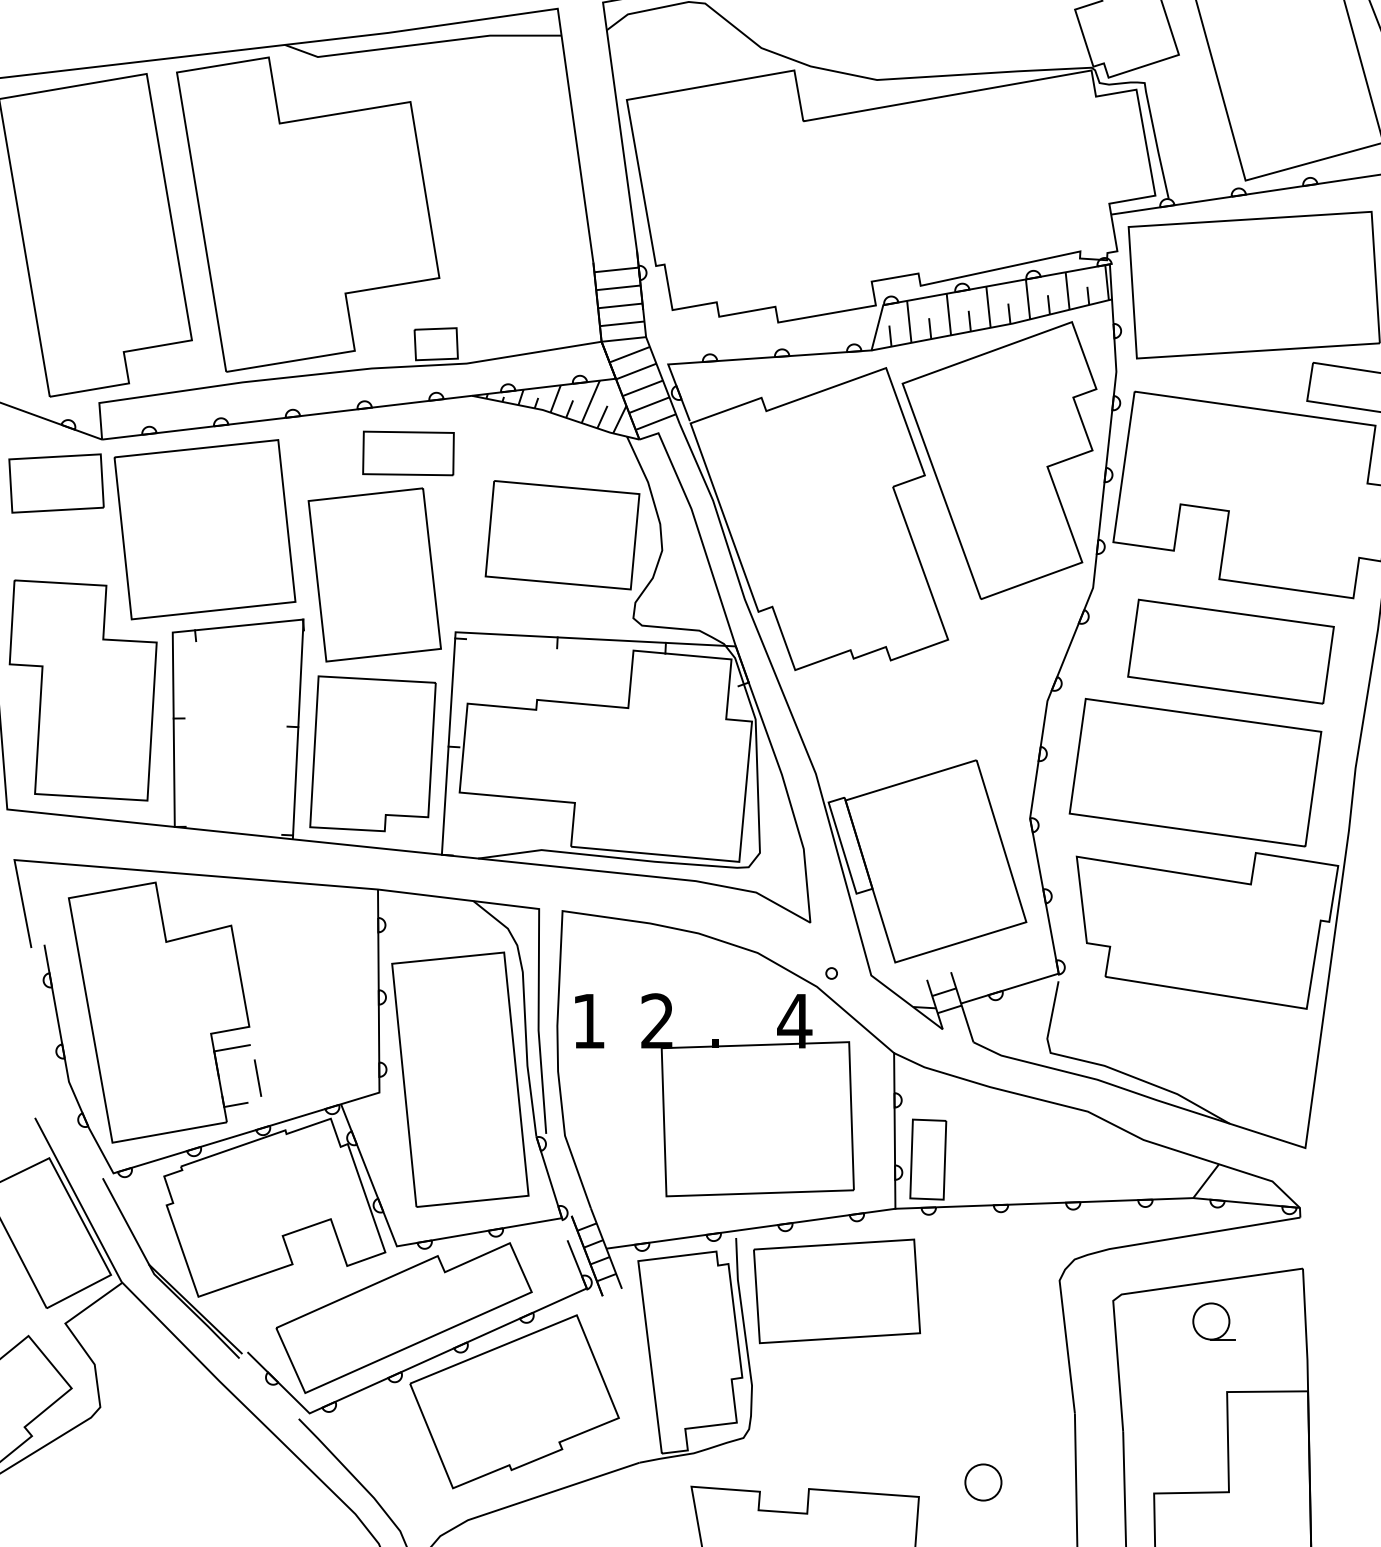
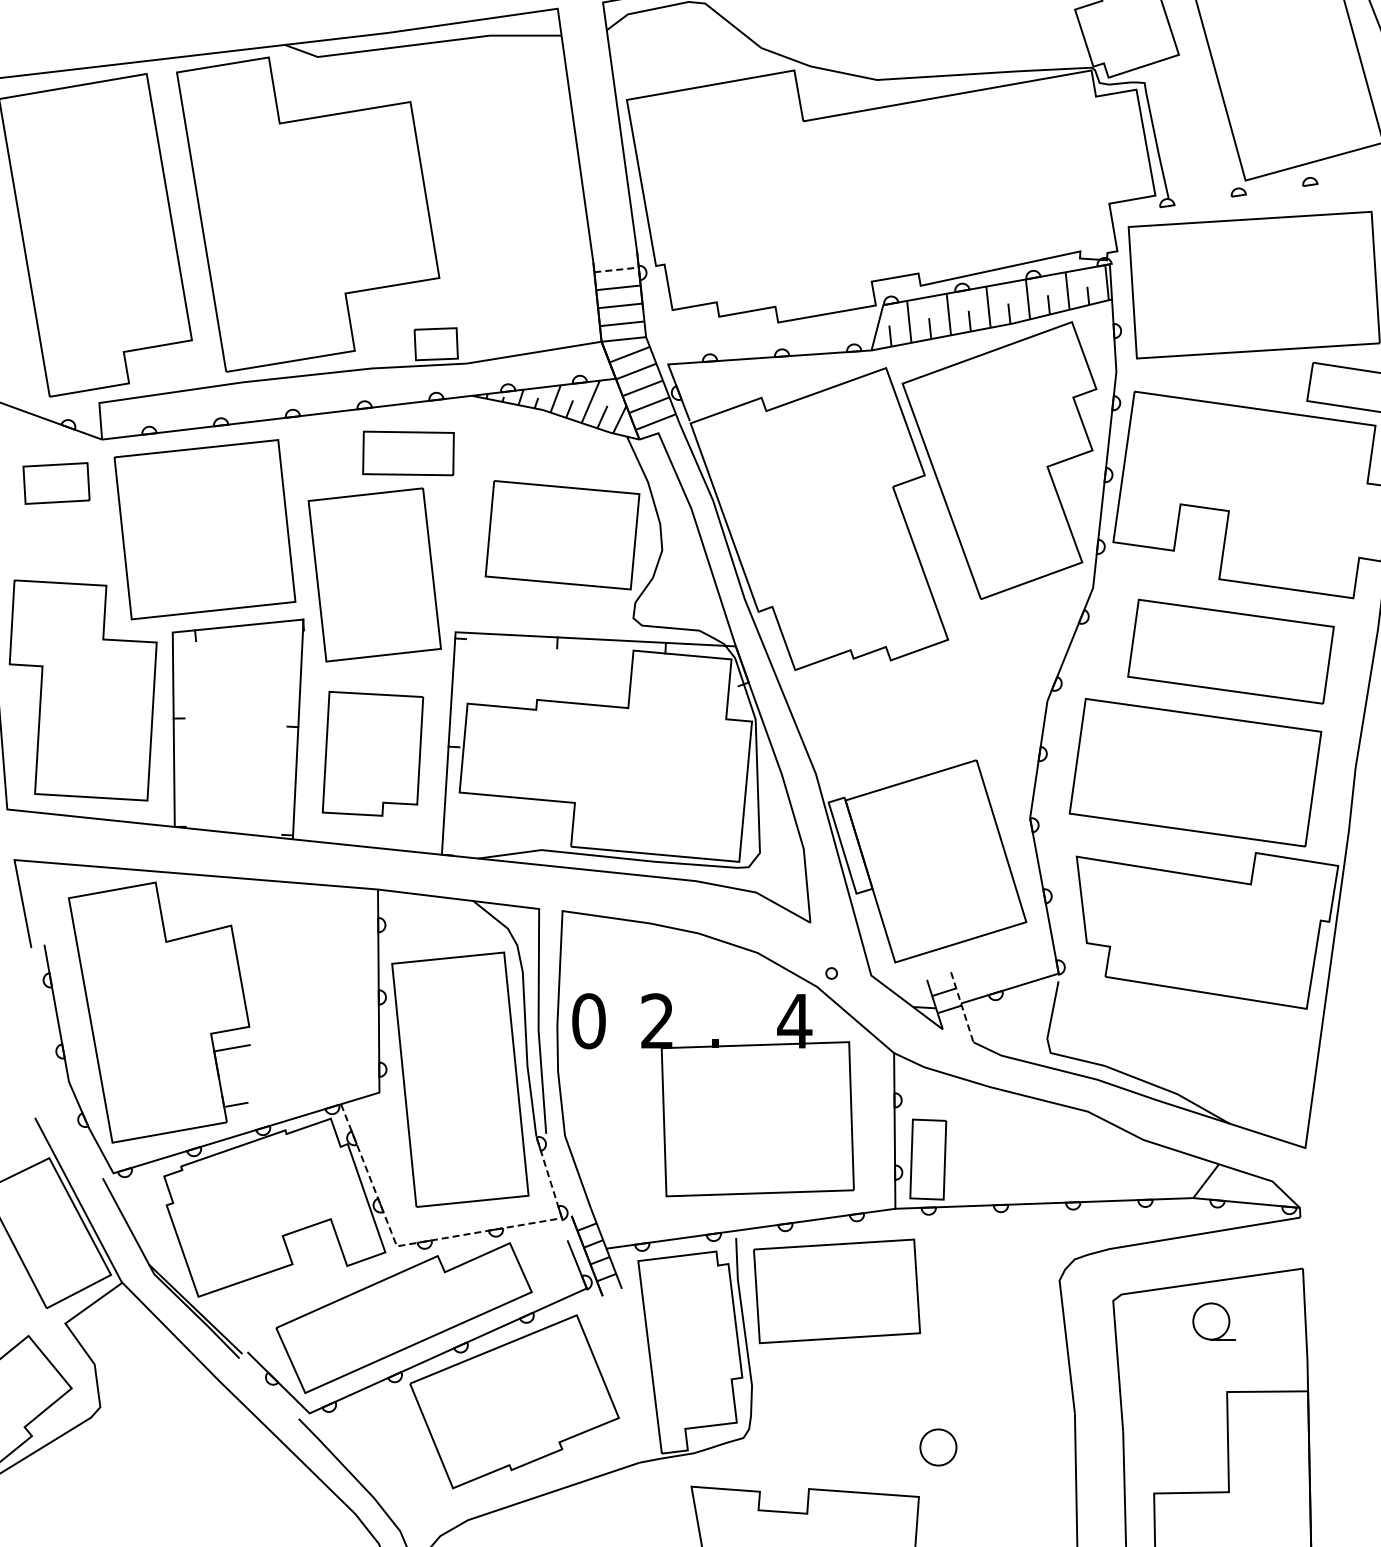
line at (1244, 194): present -> none
line at (617, 269): solid -> dashed
part at (56, 483) size: 97x61 px -> 69x43 px
part at (372, 753) size: 128x158 px -> 104x126 px
line at (962, 1007): solid -> dashed
text at (588, 1021): 1 -> 0
line at (257, 1077): present -> none
line at (447, 1237): solid -> dashed
circle at (983, 1482) position: (983, 1482) -> (938, 1447)
